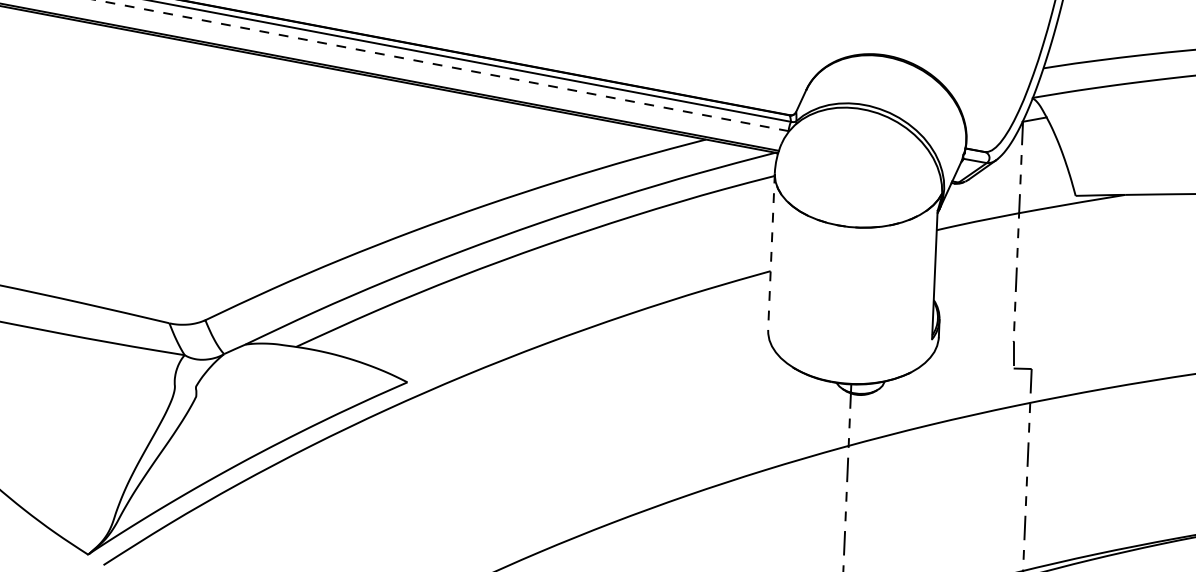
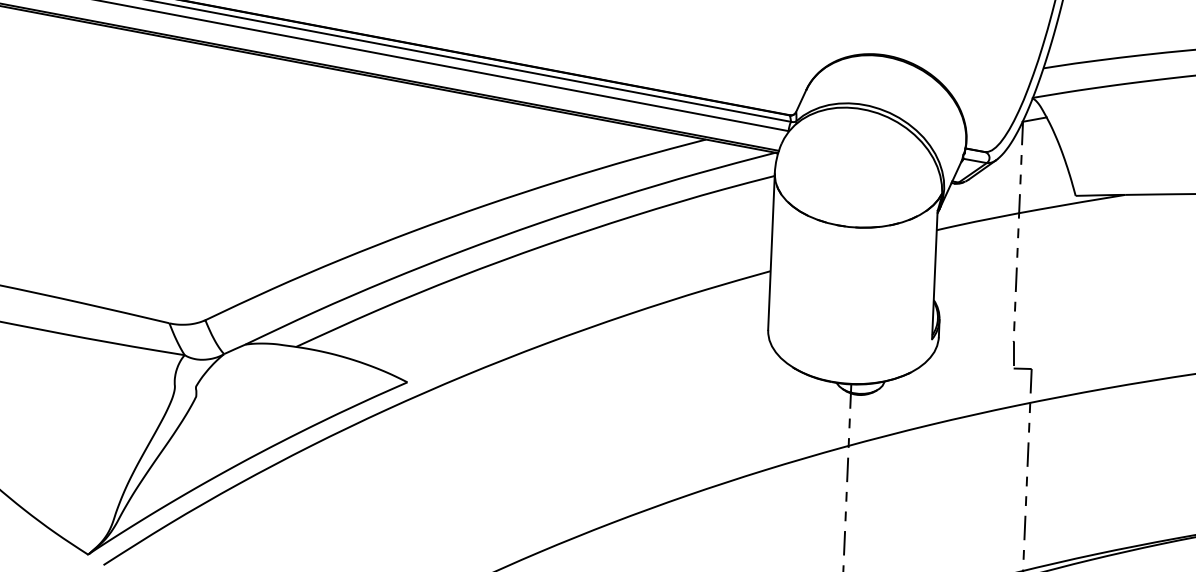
line at (441, 65): dashed -> solid
line at (771, 252): dashed -> solid
